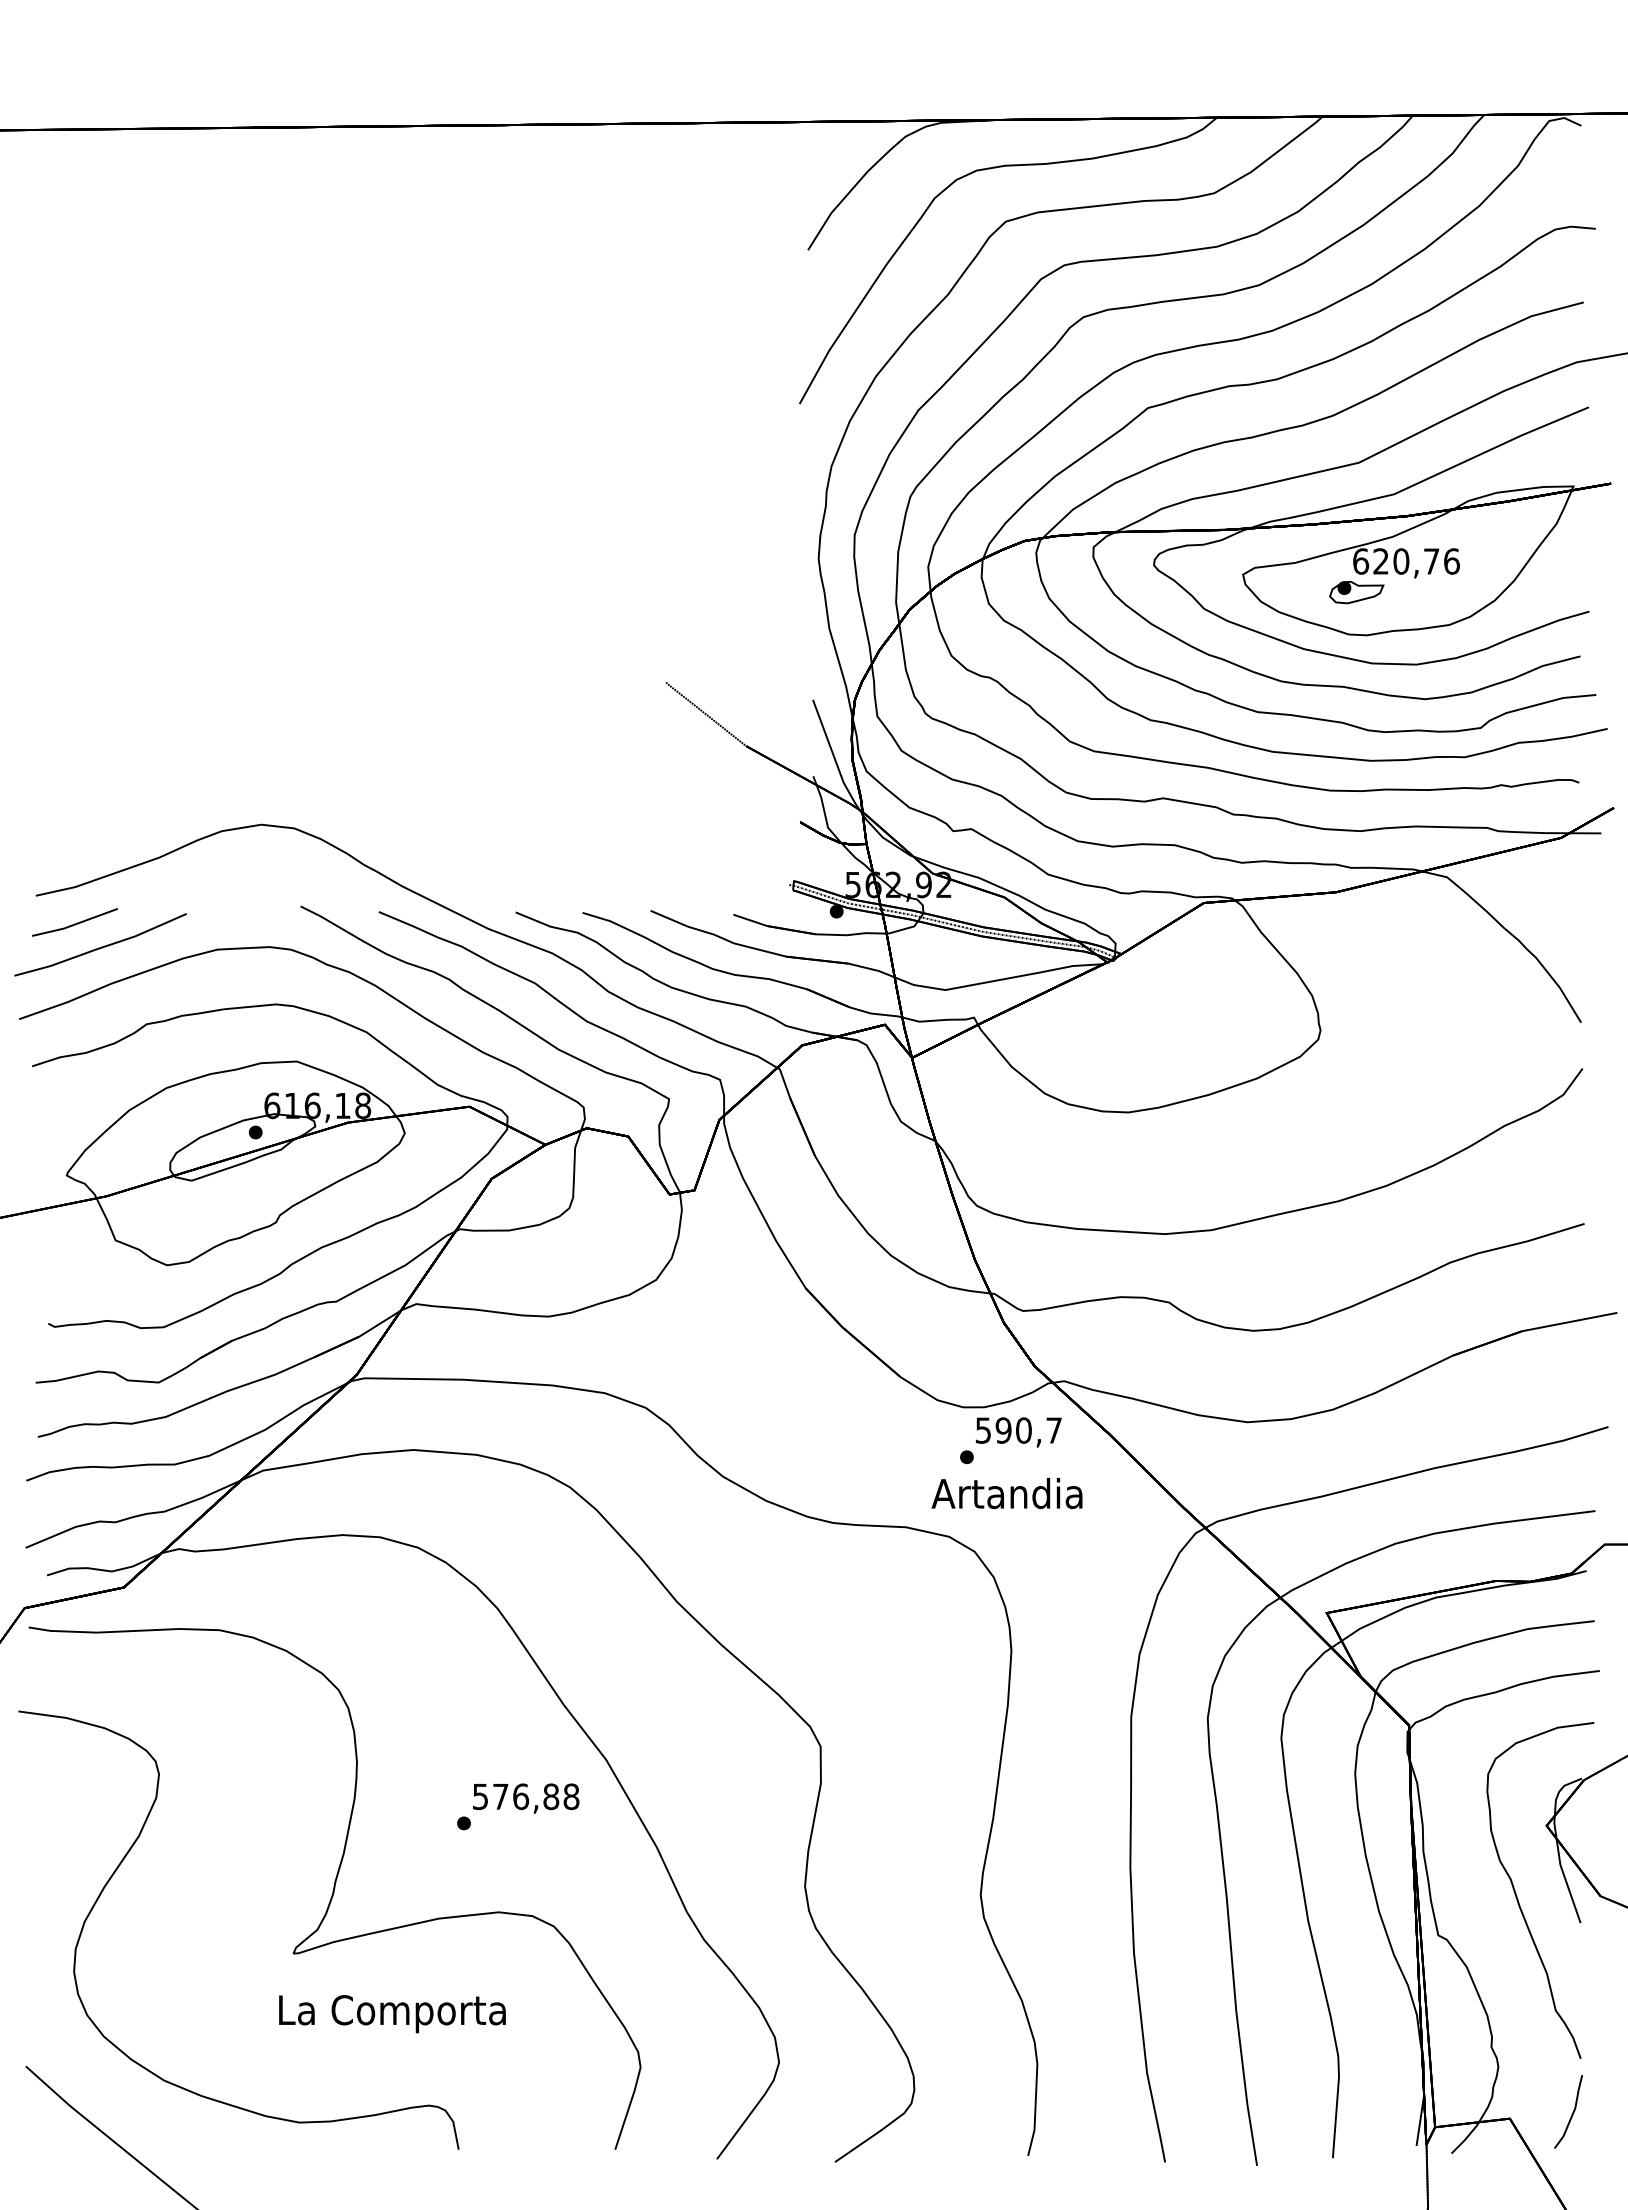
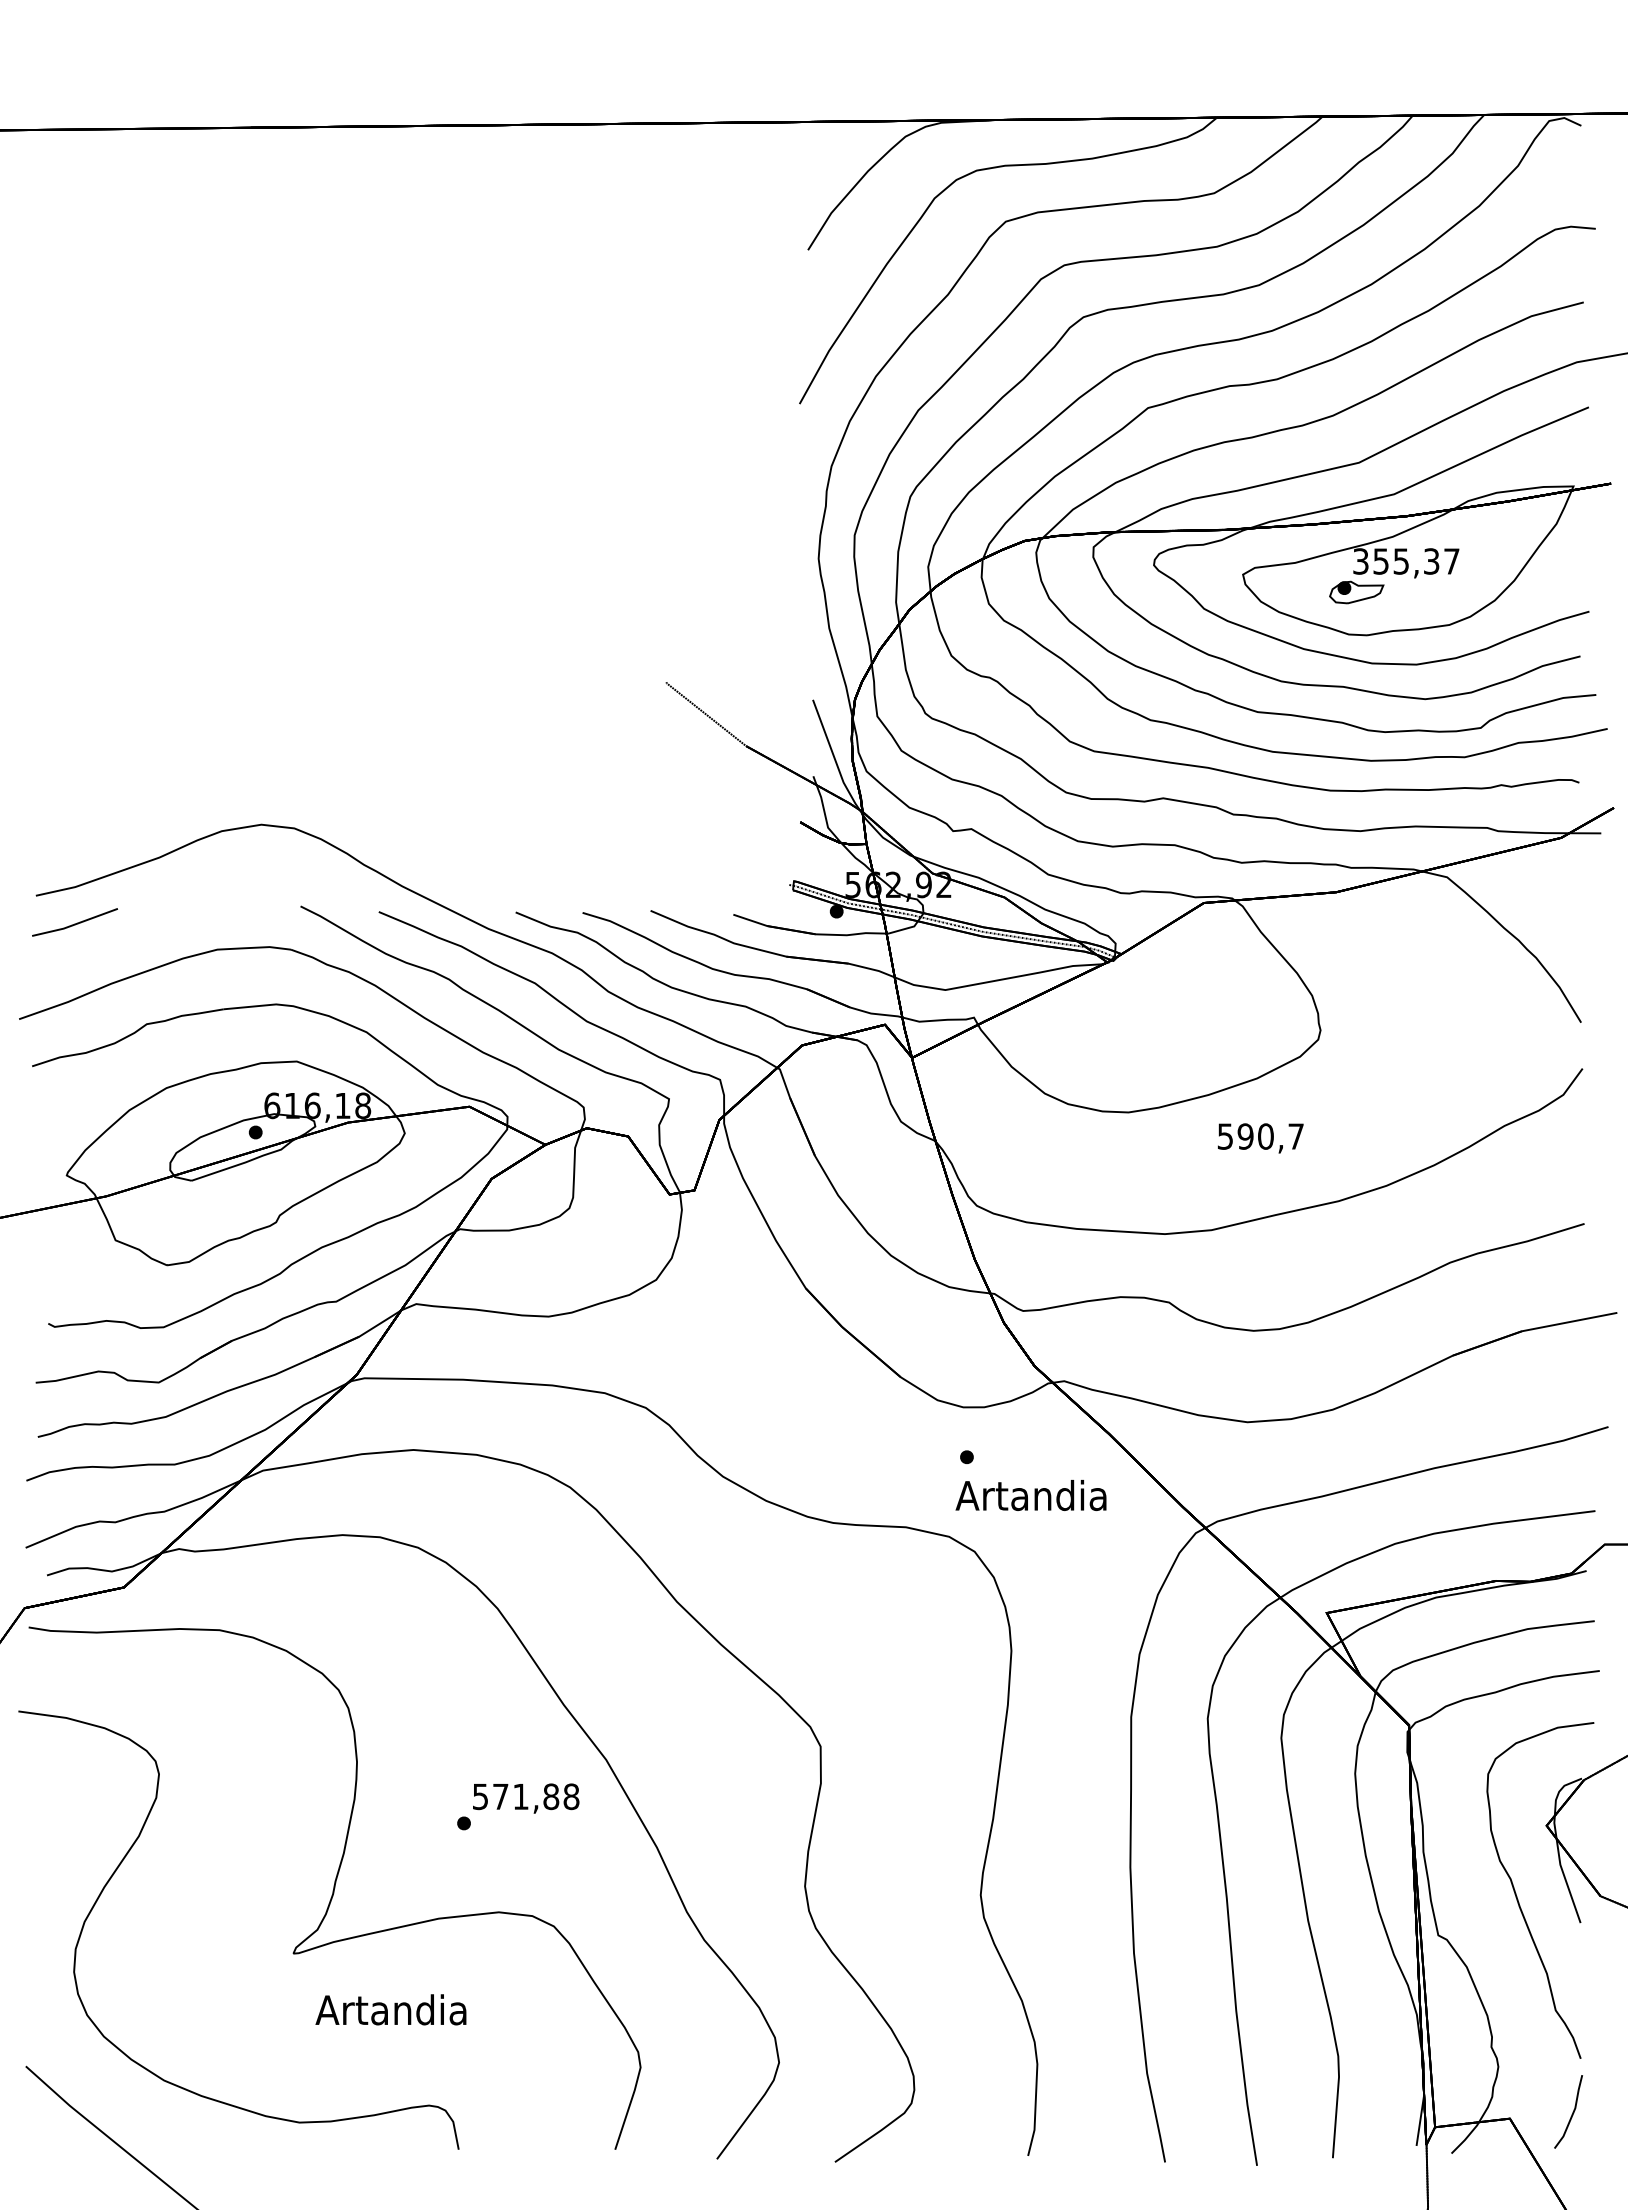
text at (1406, 561): 620,76 -> 355,37
line at (101, 946): present -> none
text at (1018, 1432) position: (1018, 1432) -> (1260, 1138)
text at (1006, 1493) position: (1006, 1493) -> (1030, 1495)
text at (521, 1796): 576,88 -> 571,88
text at (392, 2013): La Comporta -> Artandia
